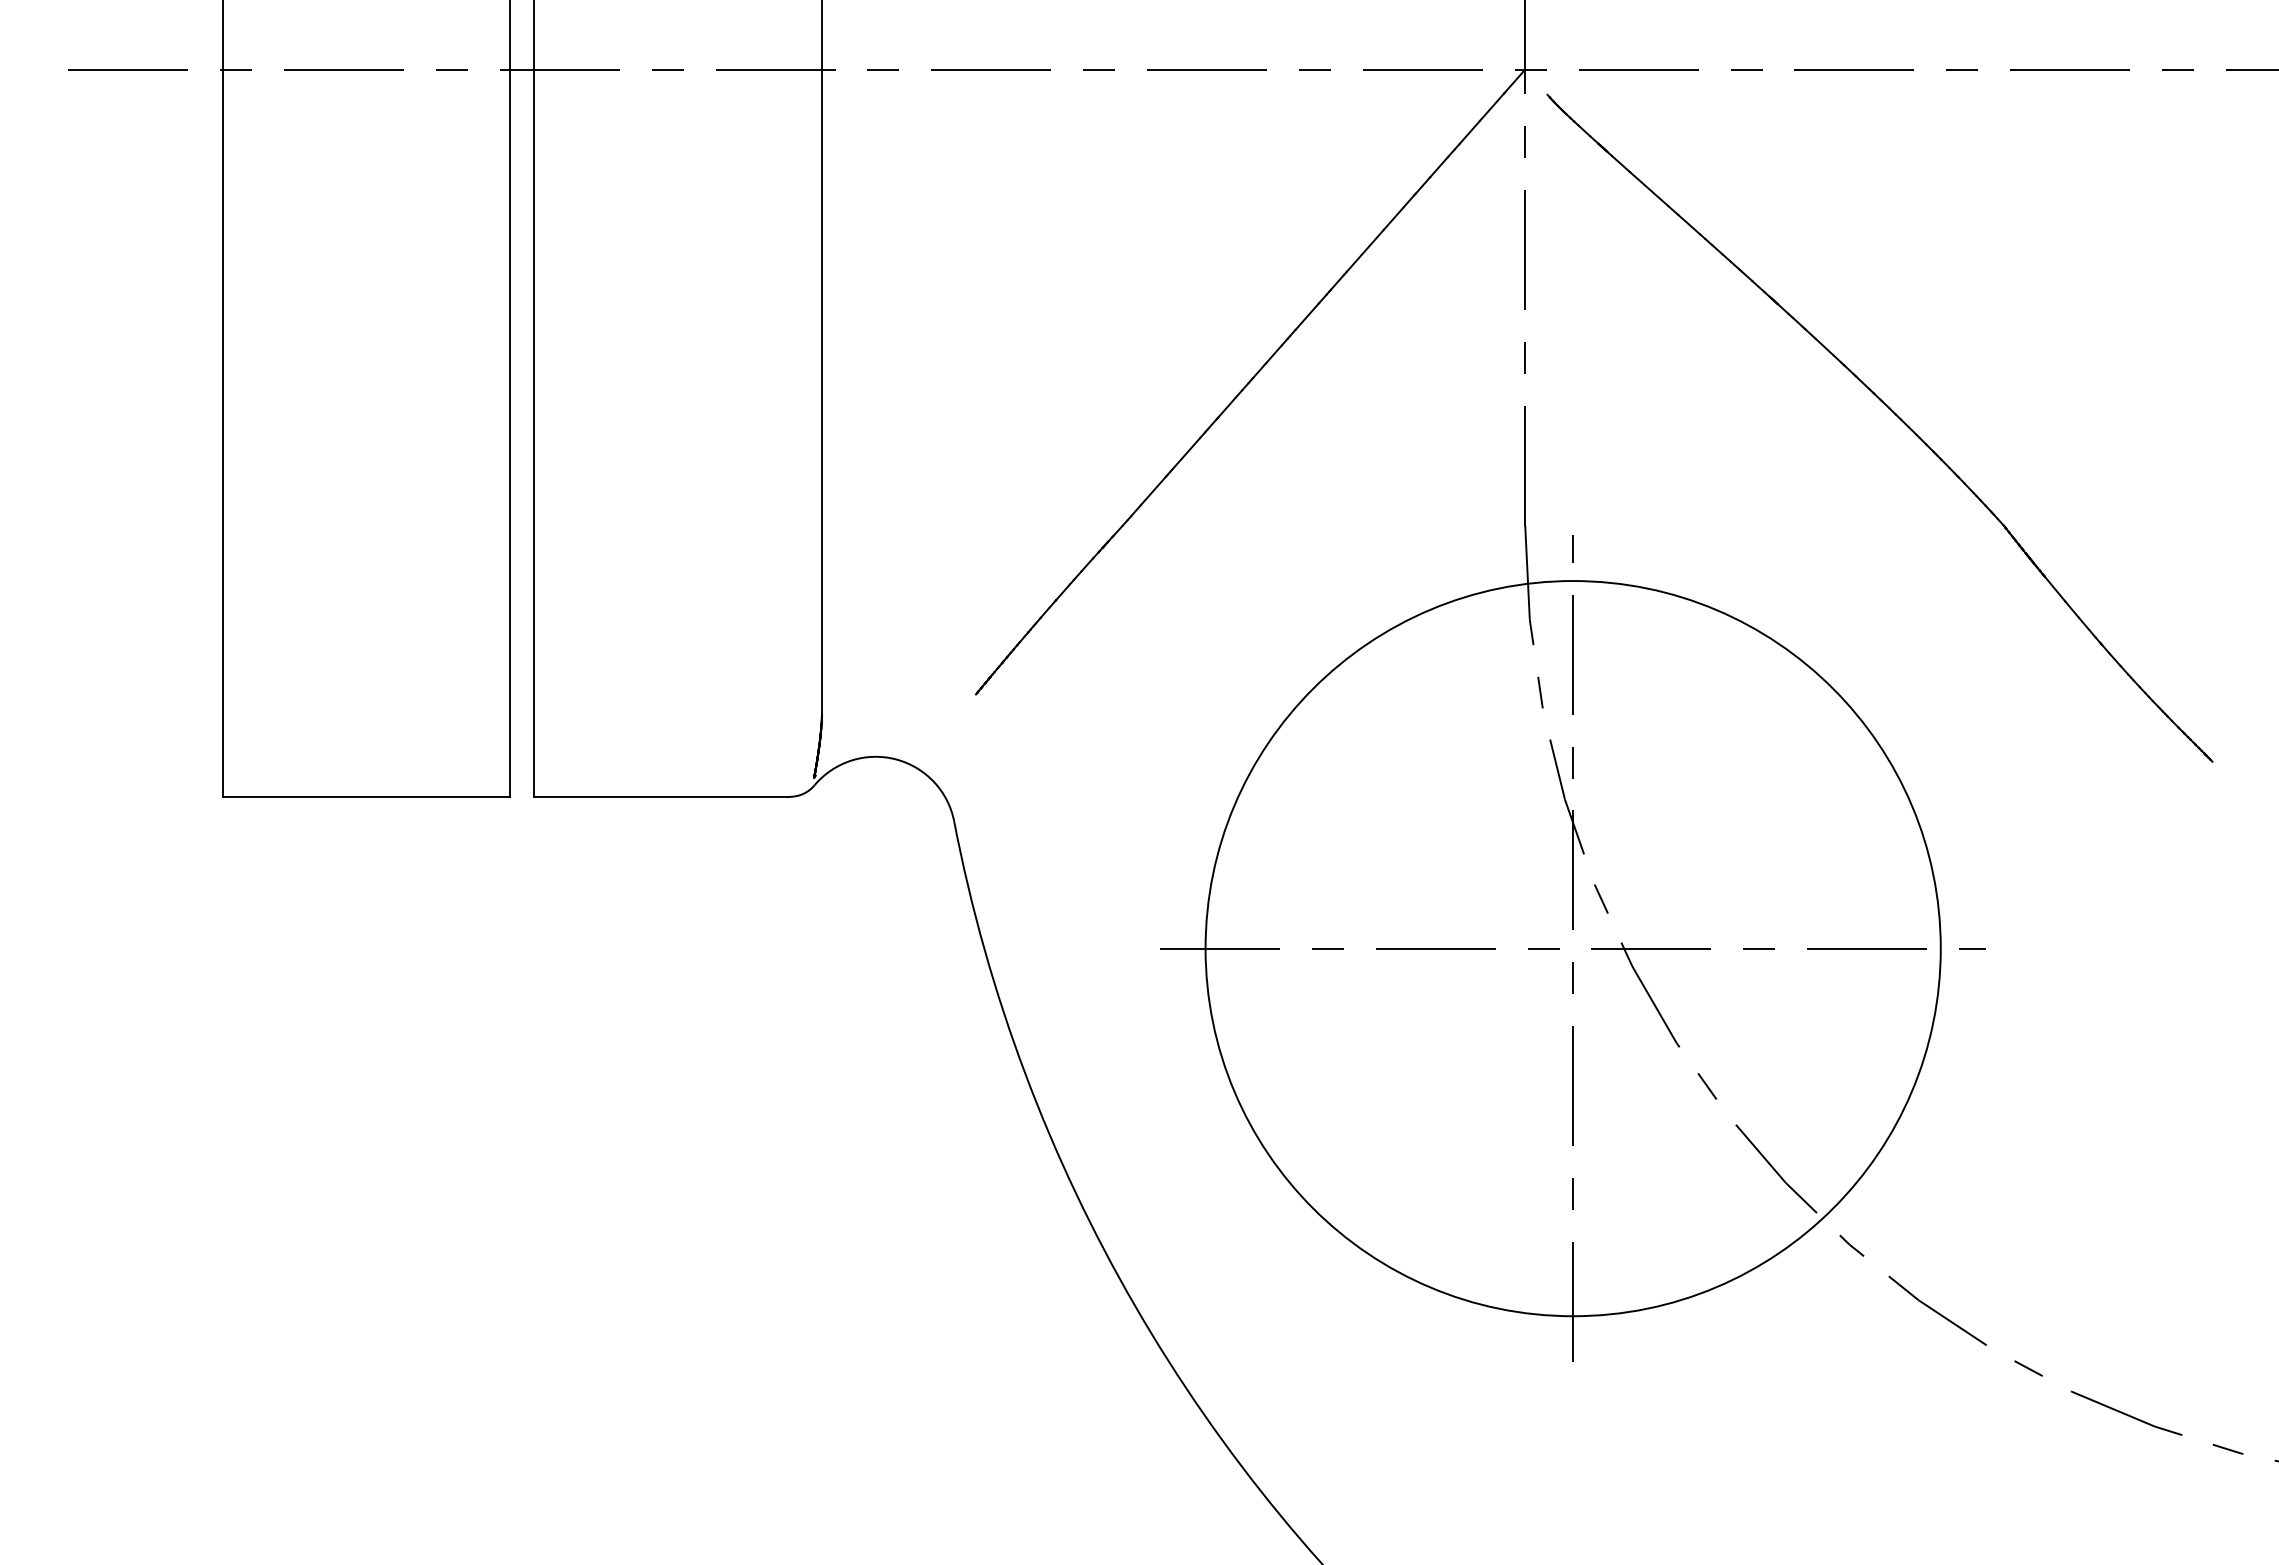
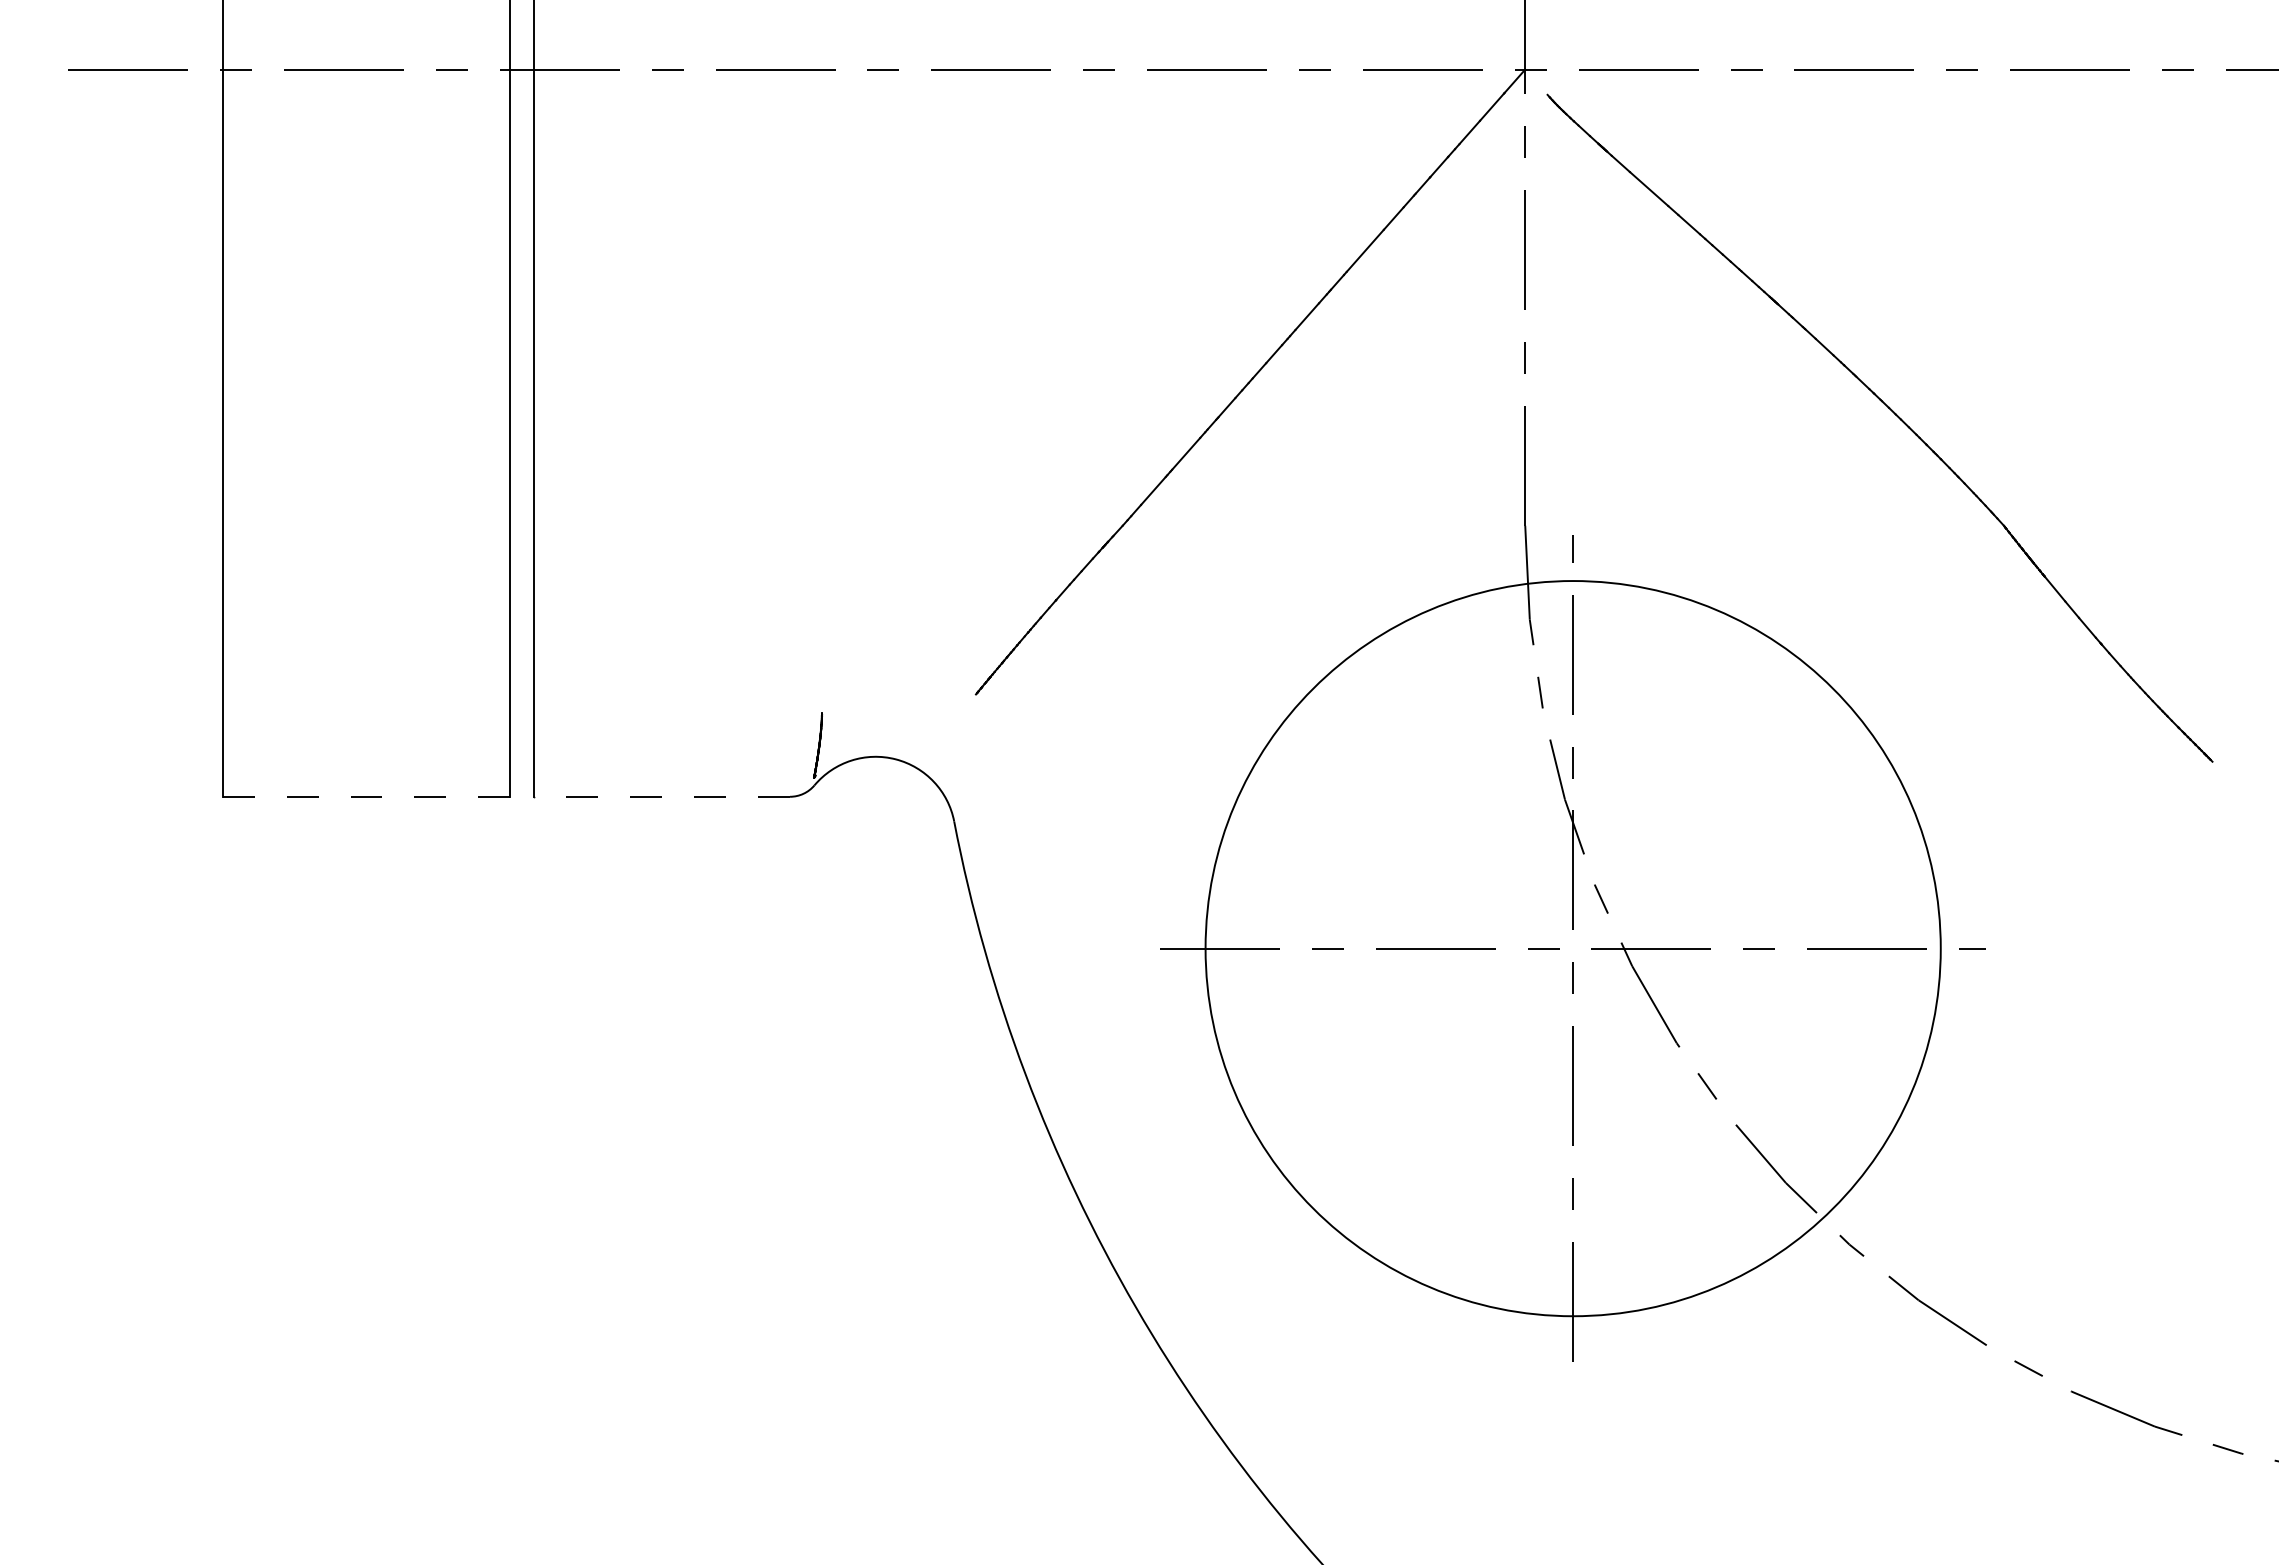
line at (822, 357): present -> none
line at (366, 796): solid -> dashed
line at (662, 796): solid -> dashed
